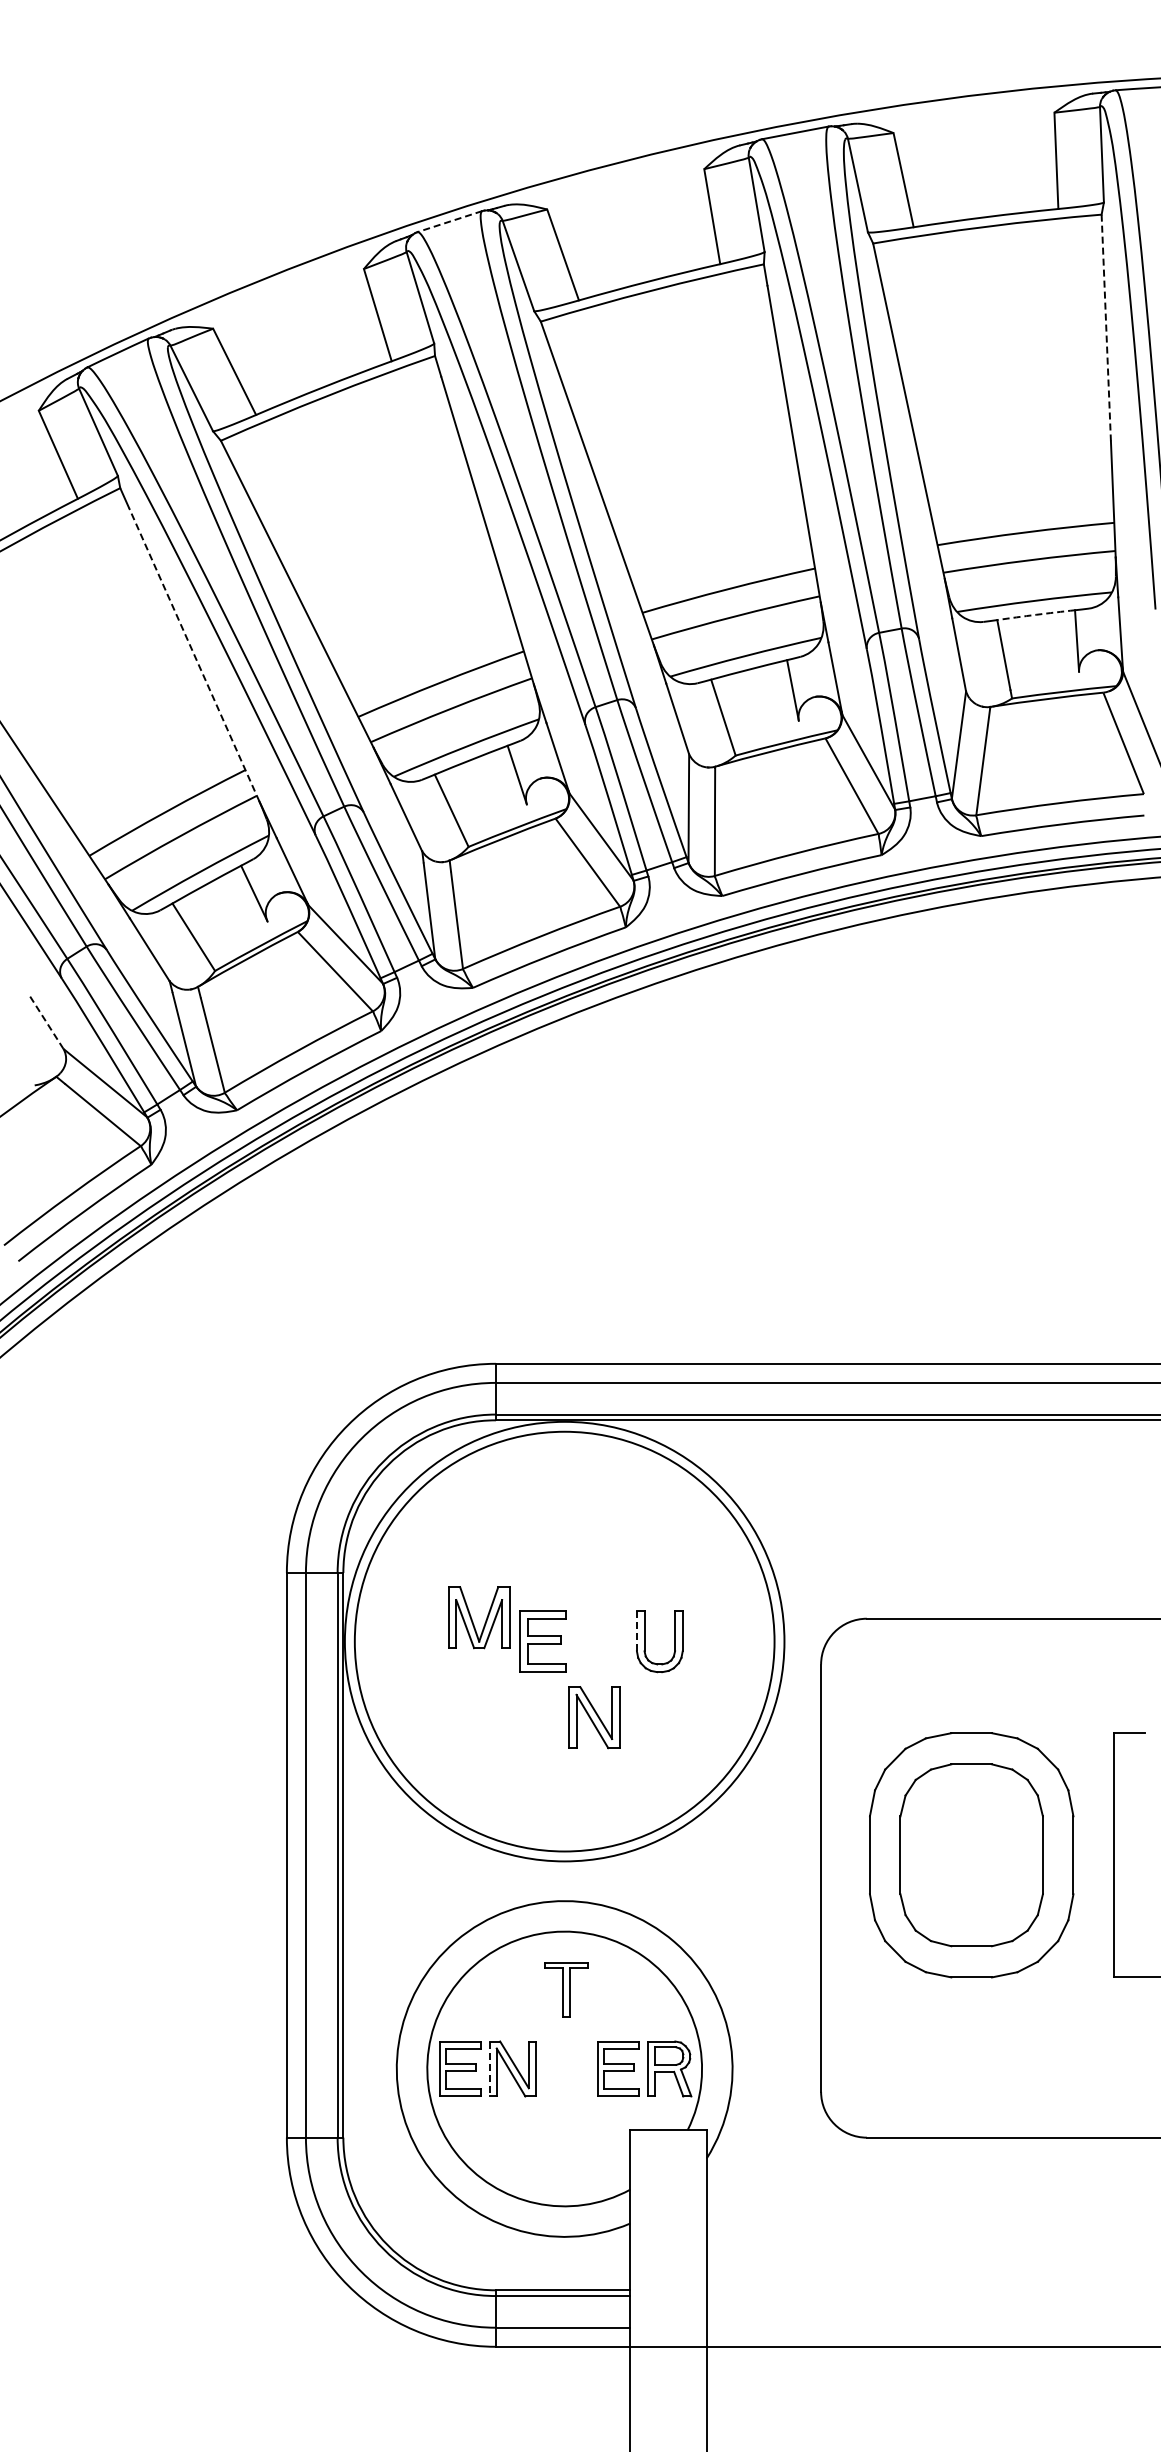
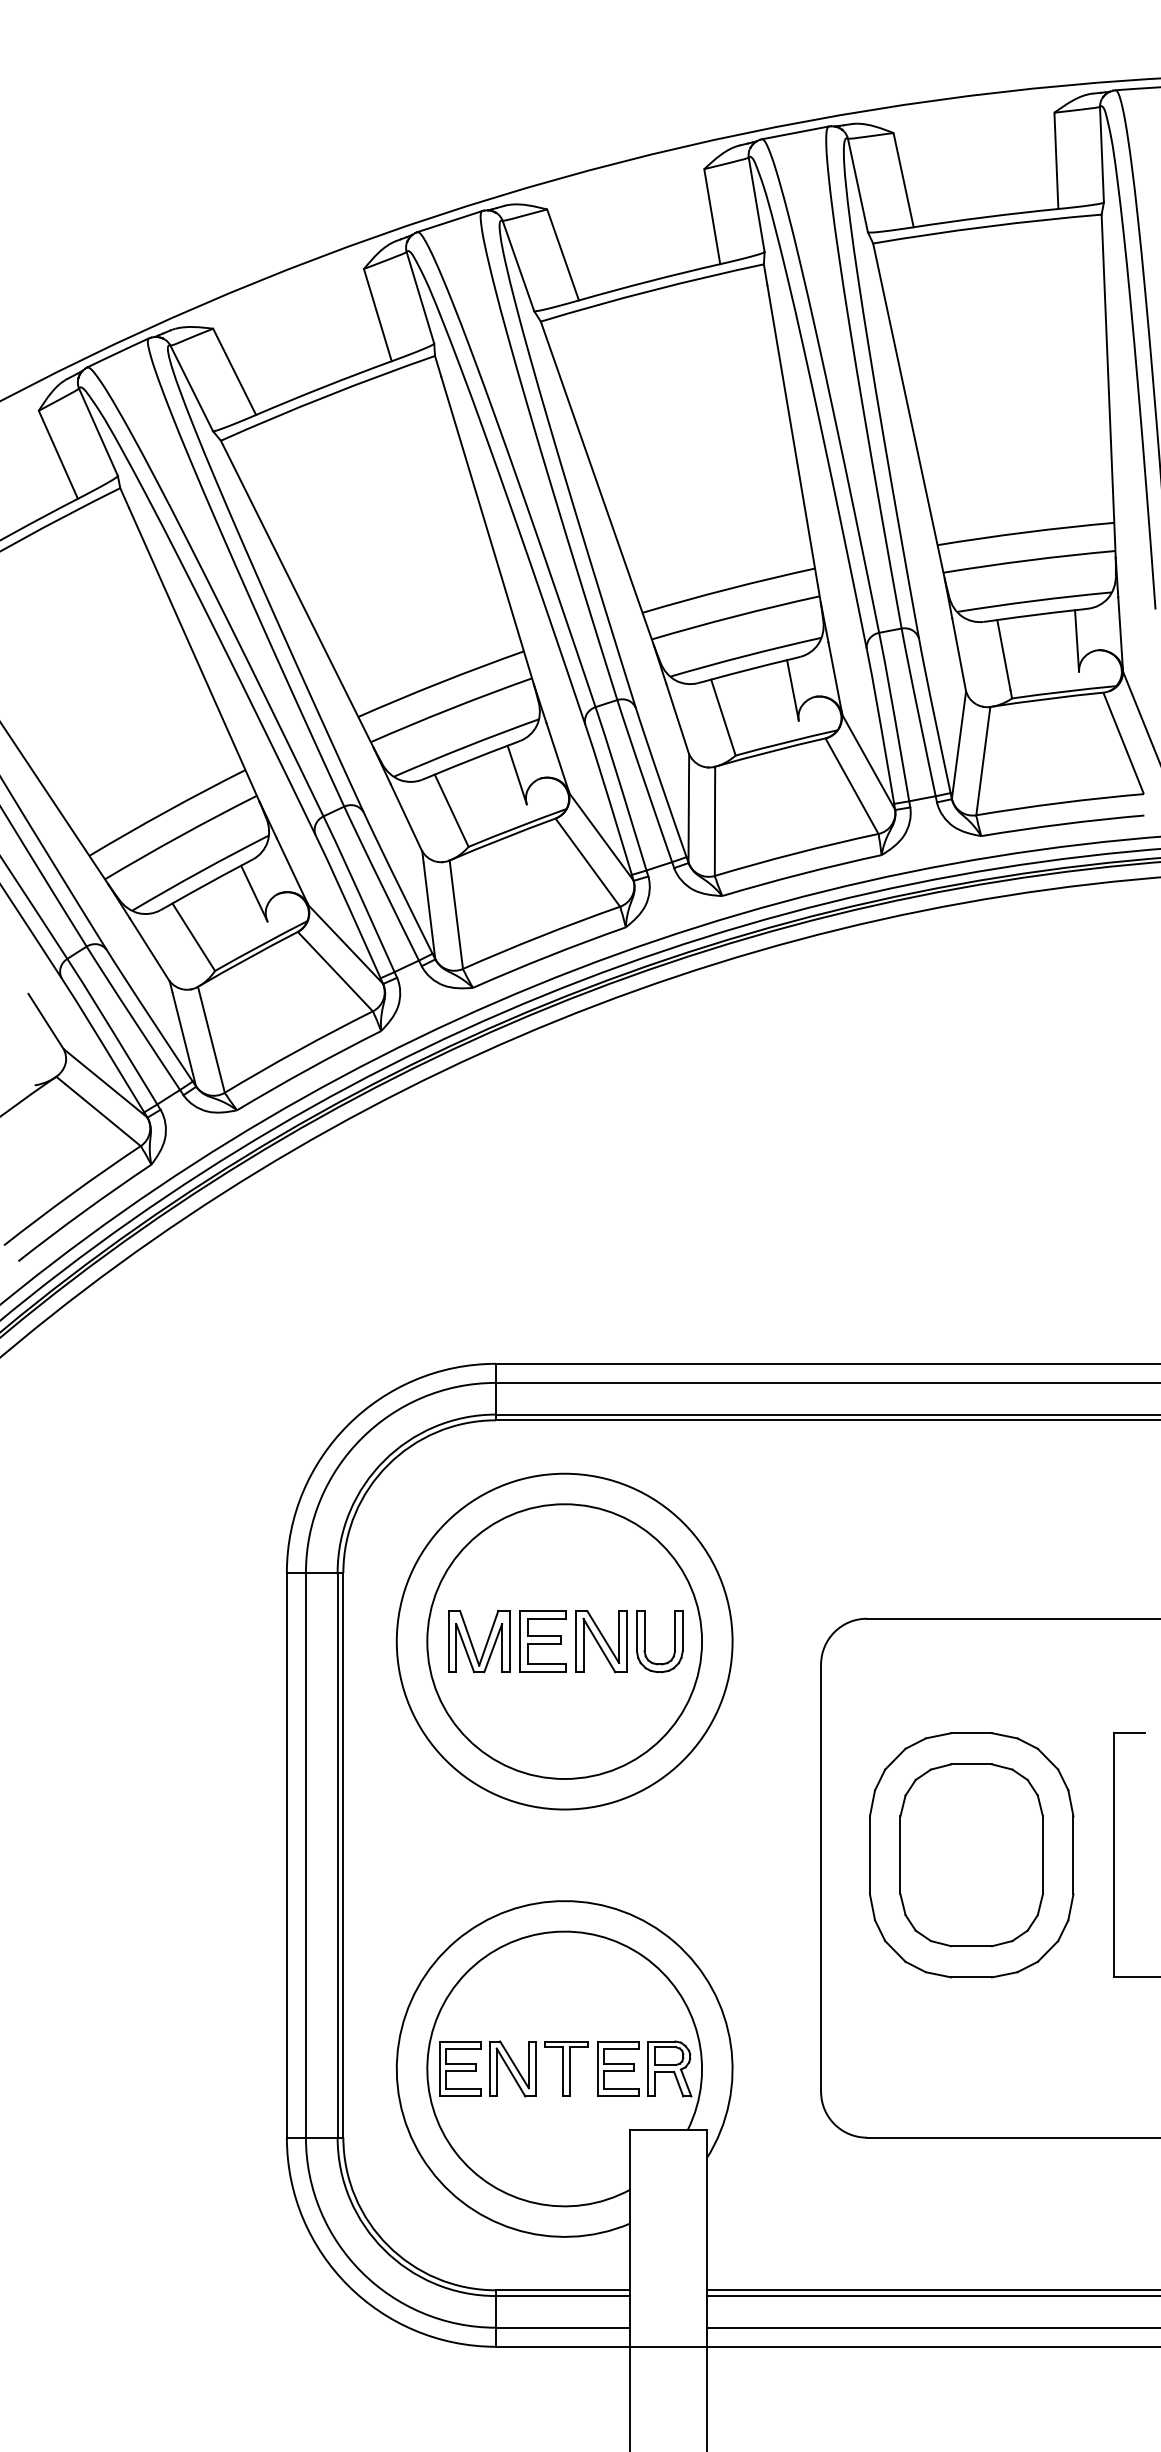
line at (449, 221): dashed -> solid
line at (1106, 328): dashed -> solid
arc at (1036, 614): dashed -> solid
line at (194, 654): dashed -> solid
line at (45, 1021): dashed -> solid
part at (485, 1620) position: (485, 1620) -> (485, 1644)
line at (636, 1631): dashed -> solid
circle at (564, 1641) diameter: 420 px -> 336 px
circle at (564, 1641) diameter: 440 px -> 275 px
part at (594, 1717) position: (594, 1717) -> (601, 1641)
part at (566, 1989) position: (566, 1989) -> (566, 2068)
line at (489, 2069): dashed -> solid
line at (931, 2290): none -> present
line at (931, 2296): none -> present
line at (931, 2327): none -> present
